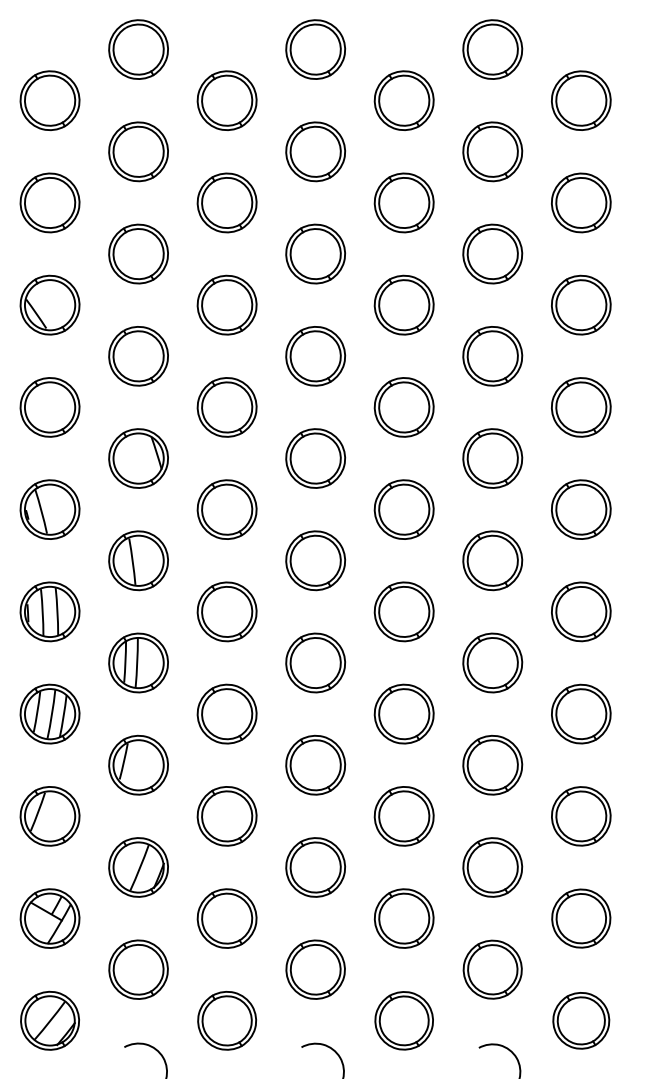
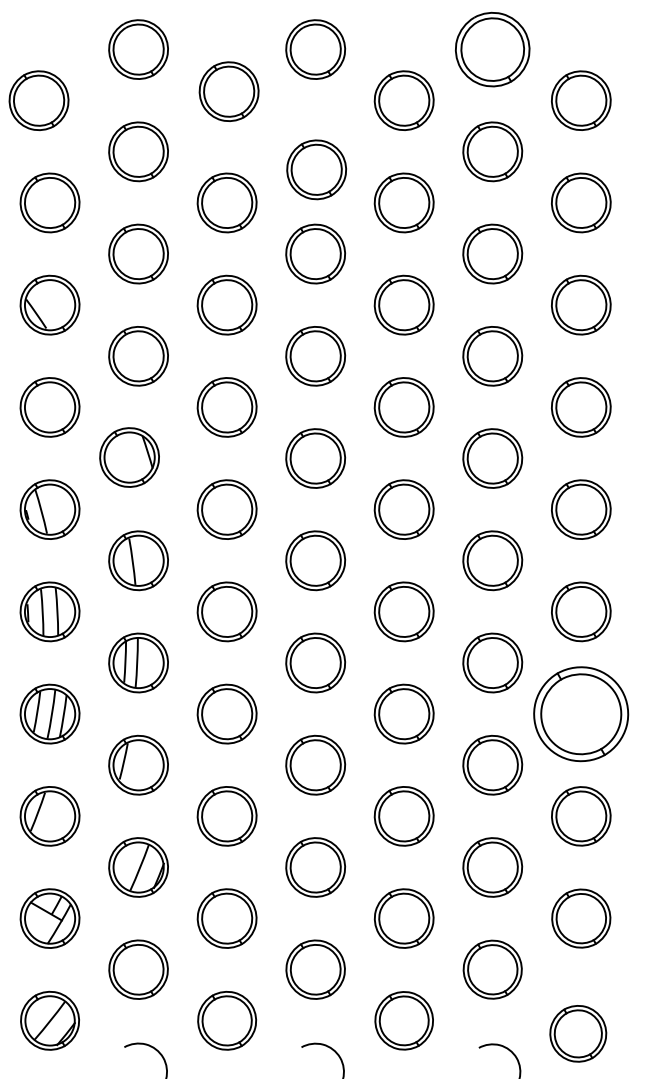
part at (492, 49) size: 62x61 px -> 76x77 px
part at (49, 100) position: (49, 100) -> (38, 100)
part at (226, 100) position: (226, 100) -> (228, 91)
part at (315, 151) position: (315, 151) -> (316, 169)
part at (138, 458) position: (138, 458) -> (129, 457)
part at (581, 713) size: 61x62 px -> 97x97 px
part at (581, 1020) position: (581, 1020) -> (578, 1033)
